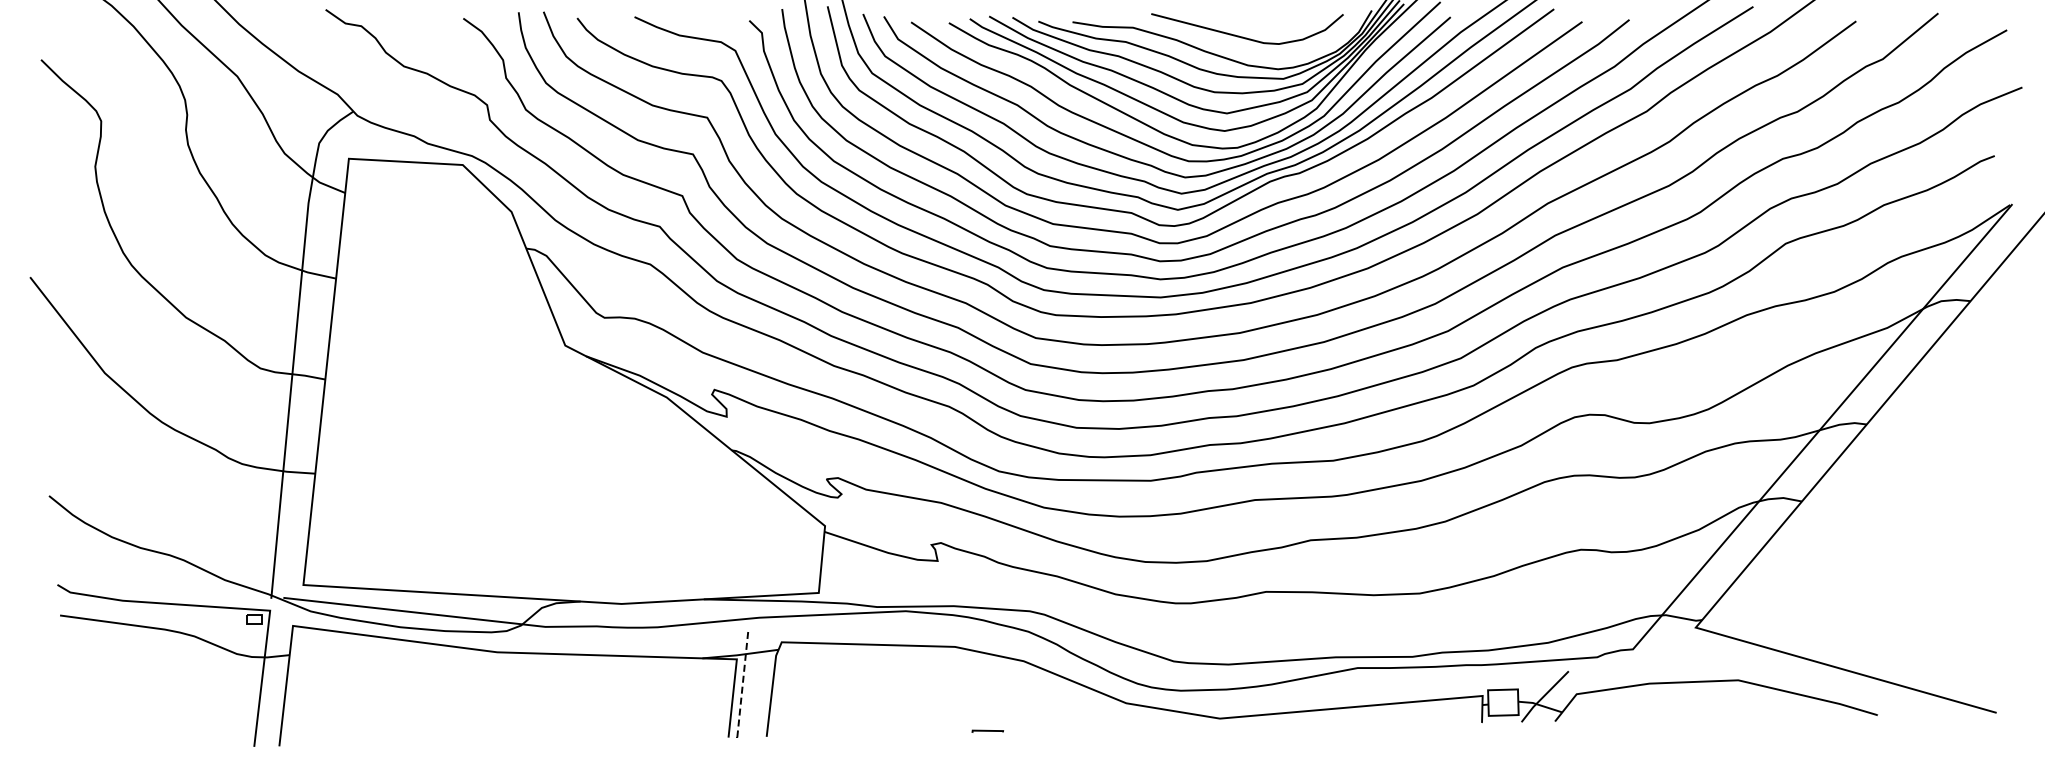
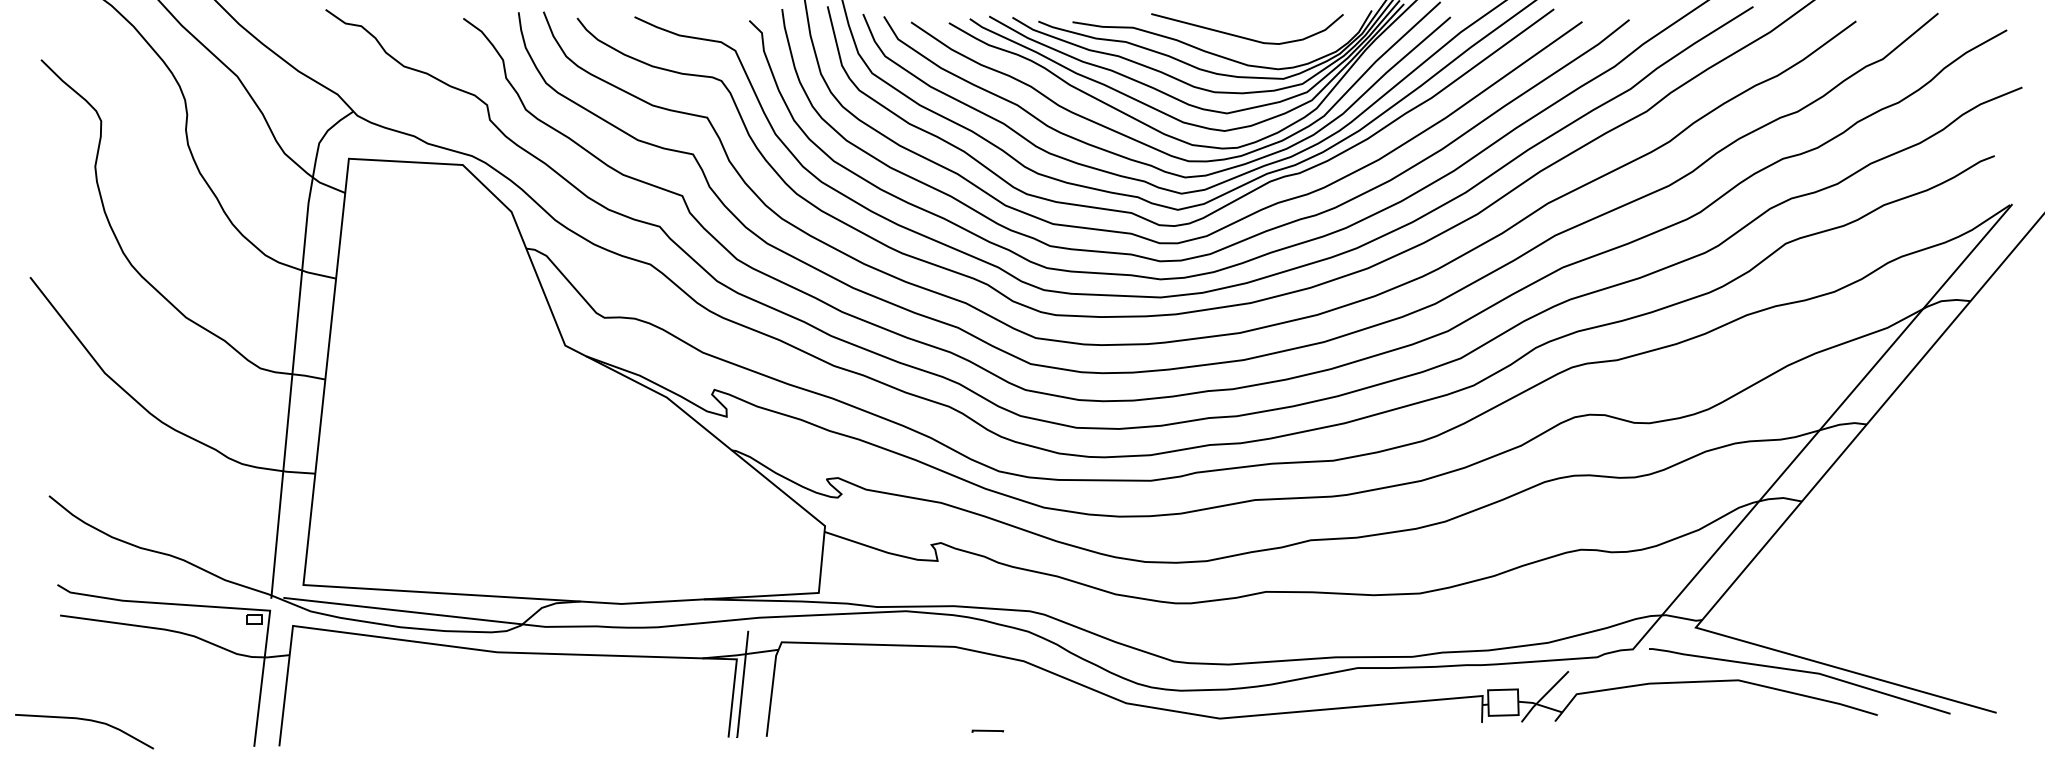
part at (1801, 672): none -> present
line at (742, 682): dashed -> solid
part at (84, 720): none -> present
